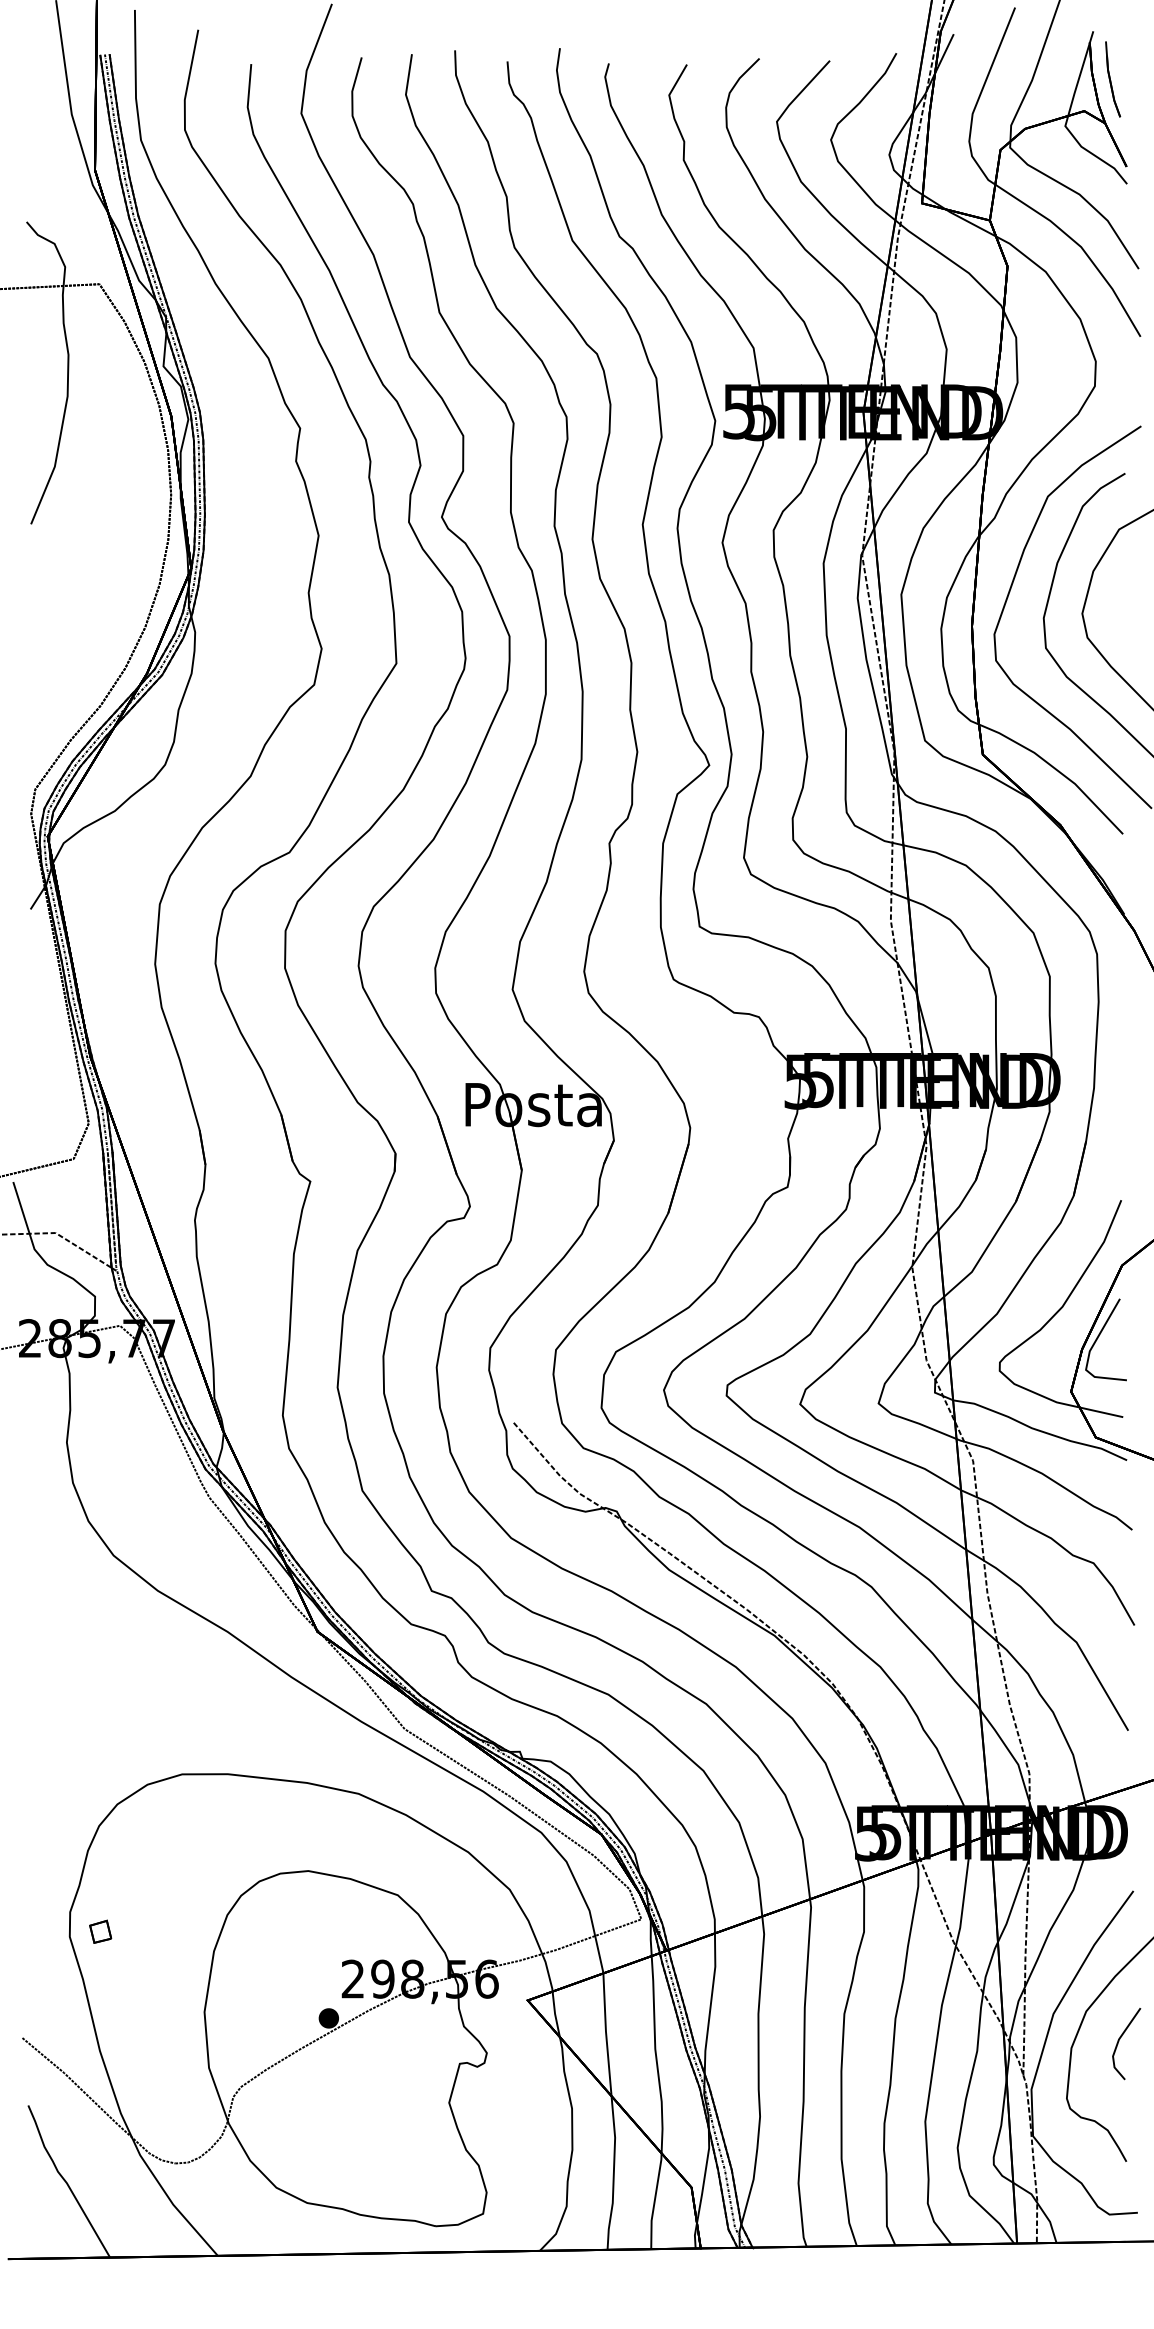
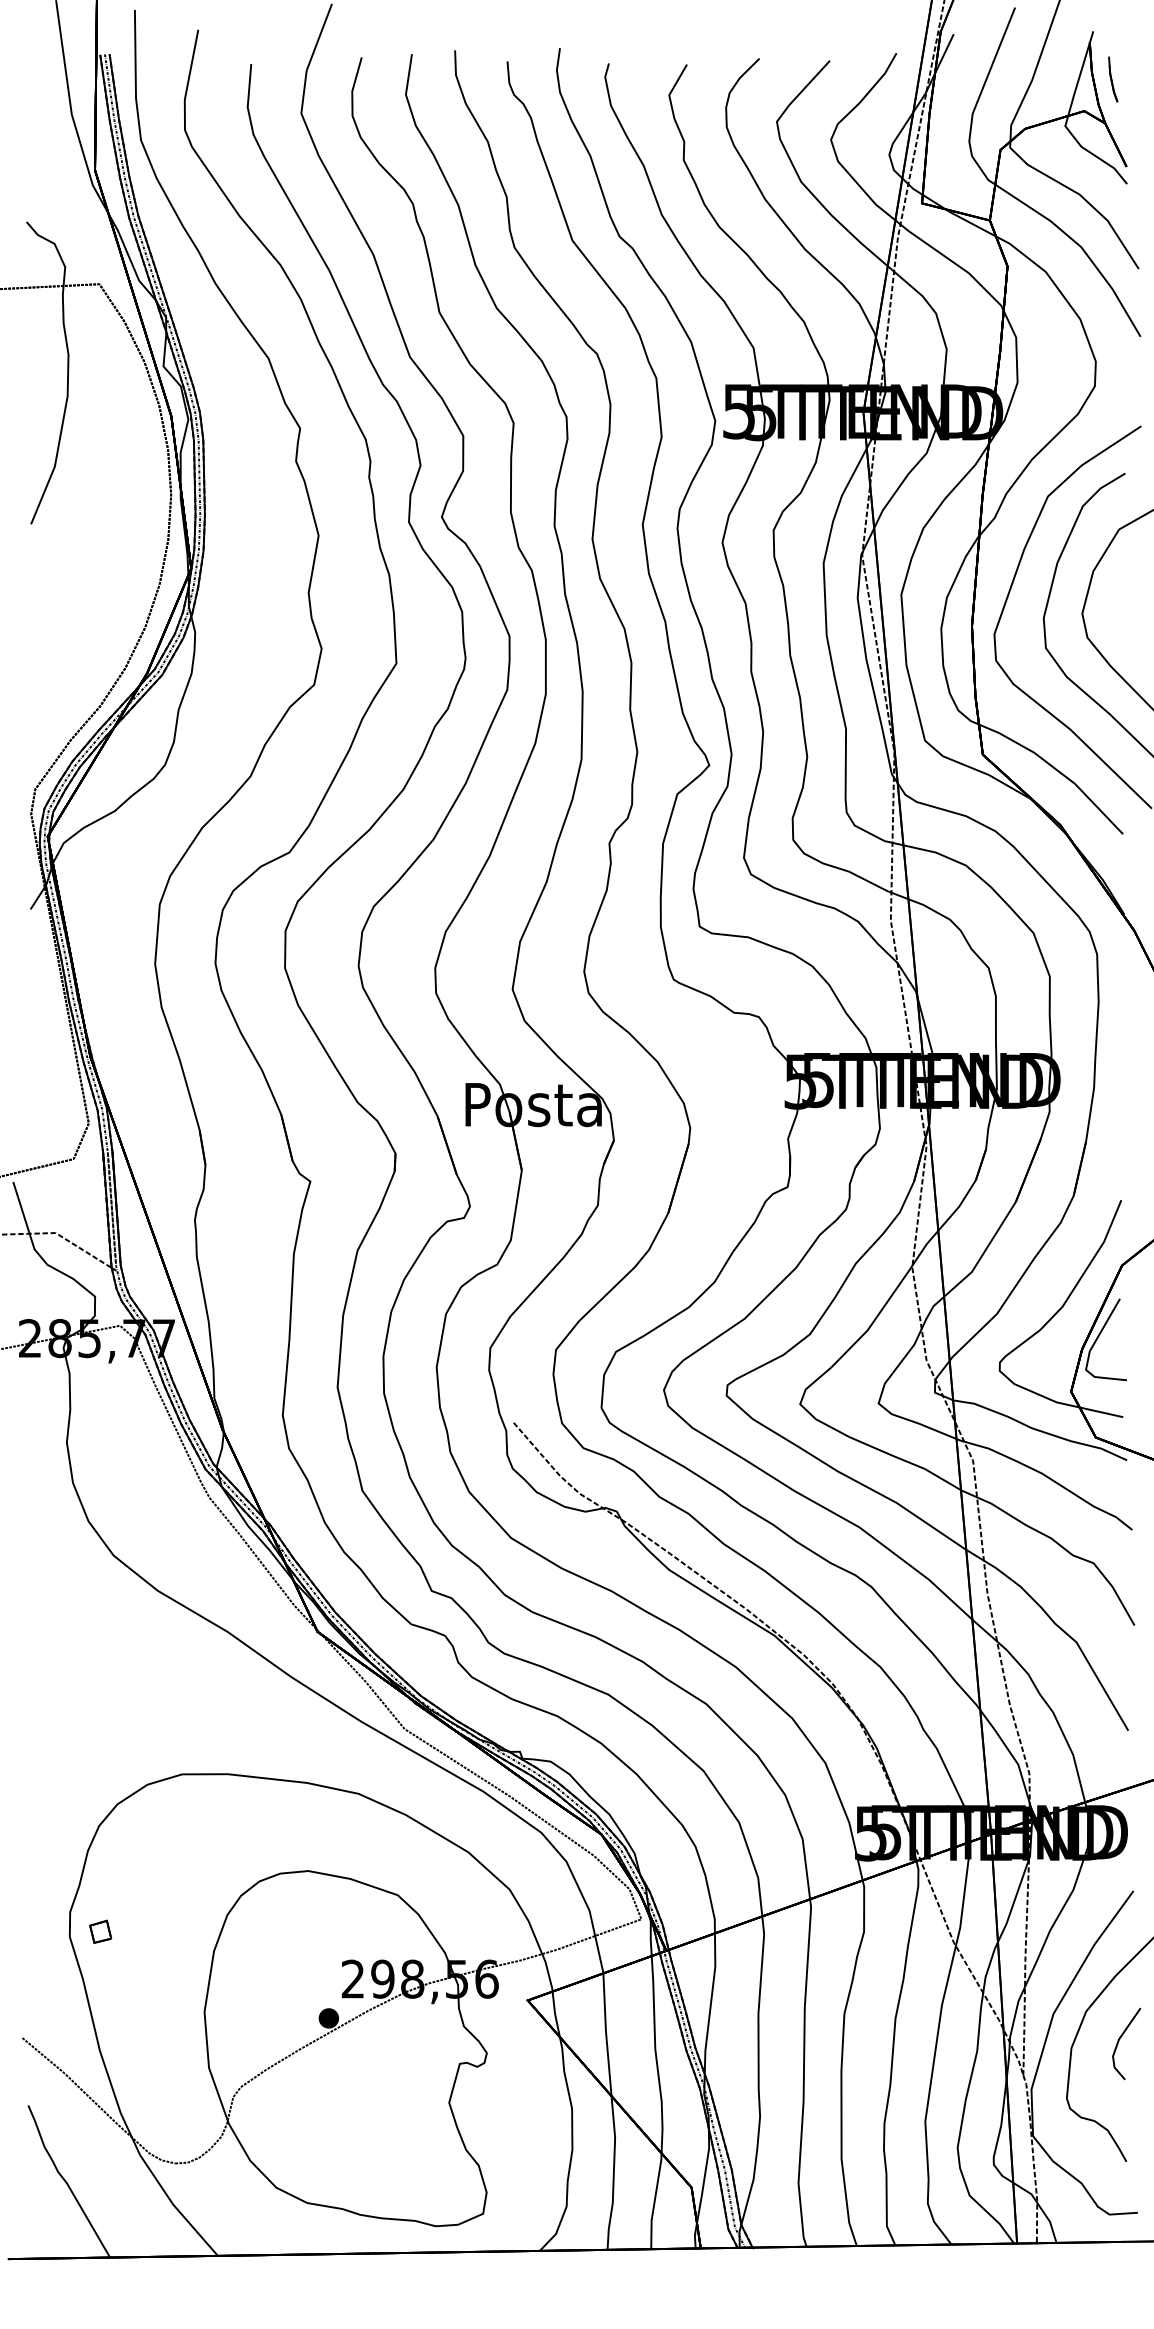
part at (1113, 79) size: 17x77 px -> 11x47 px
